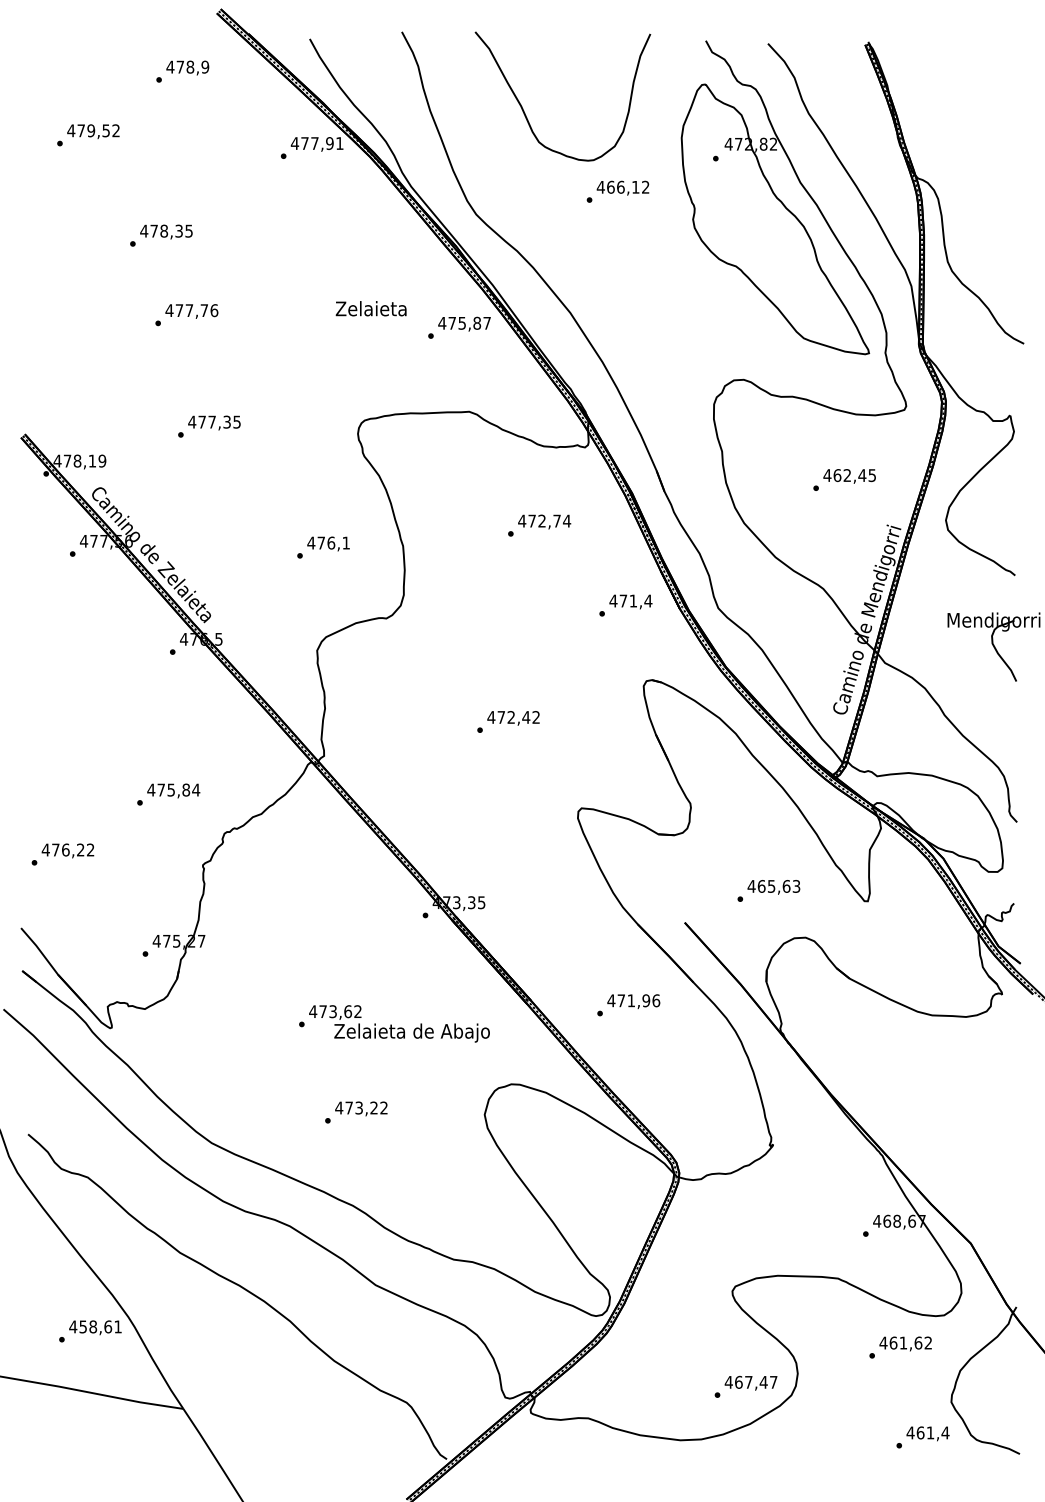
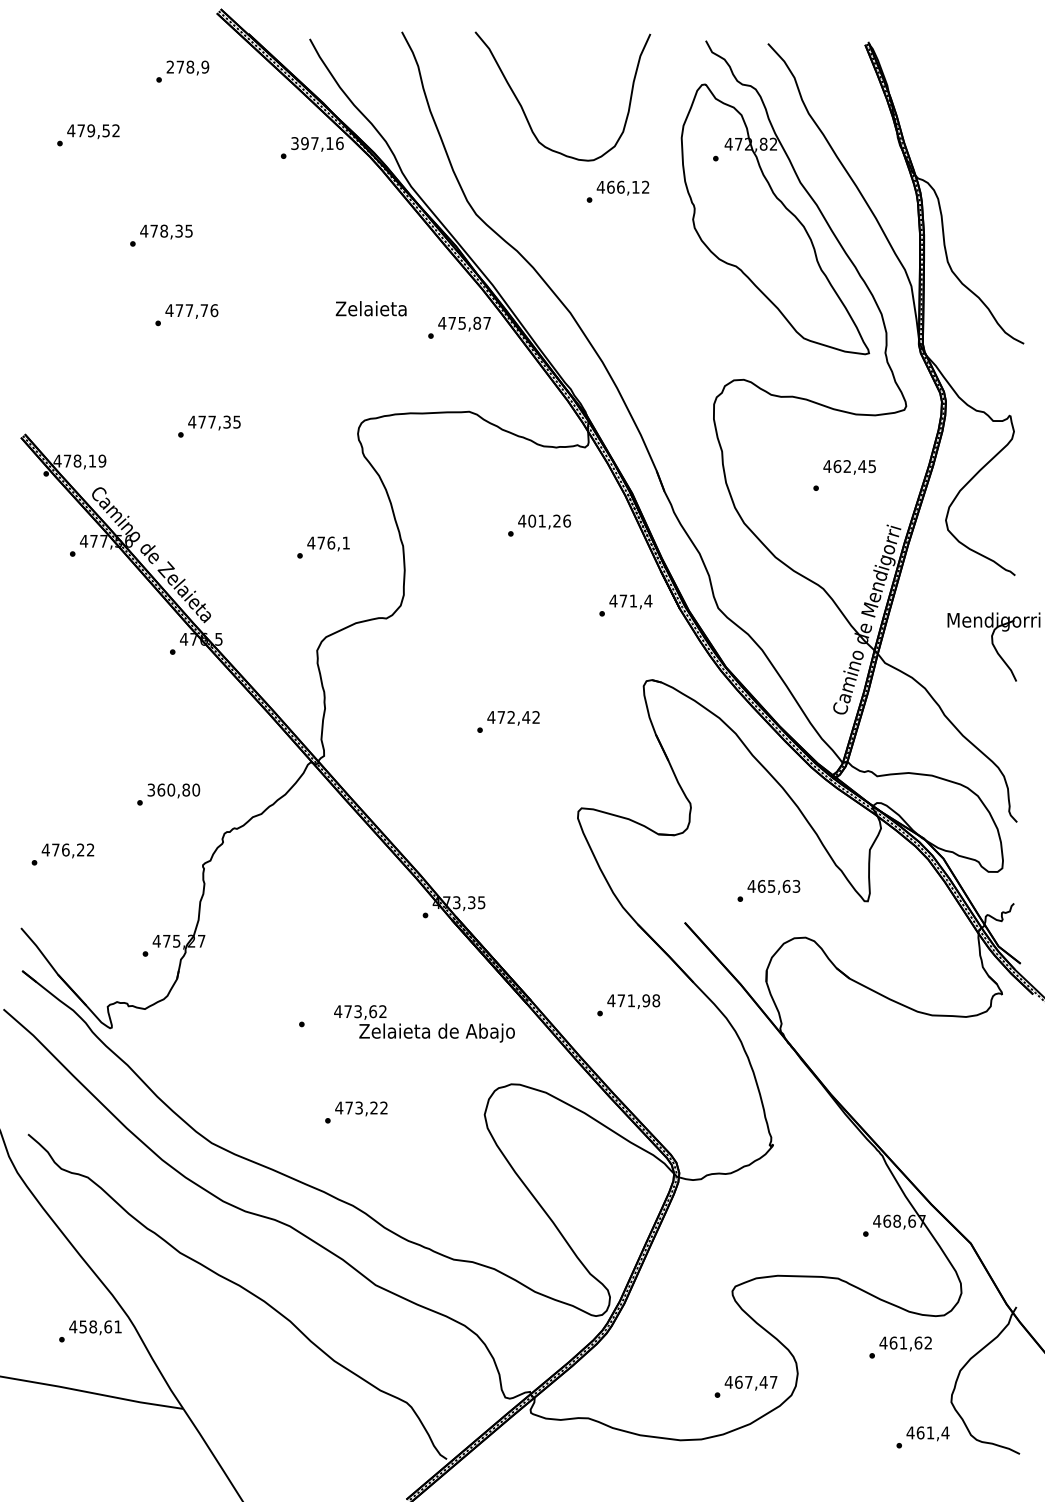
text at (170, 66): 478,9 -> 278,9
text at (316, 143): 477,91 -> 397,16
text at (849, 476) position: (849, 476) -> (849, 467)
text at (549, 520): 472,74 -> 401,26
text at (173, 789): 475,84 -> 360,80
text at (656, 1000): 471,96 -> 471,98
text at (399, 1023) position: (399, 1023) -> (424, 1023)
